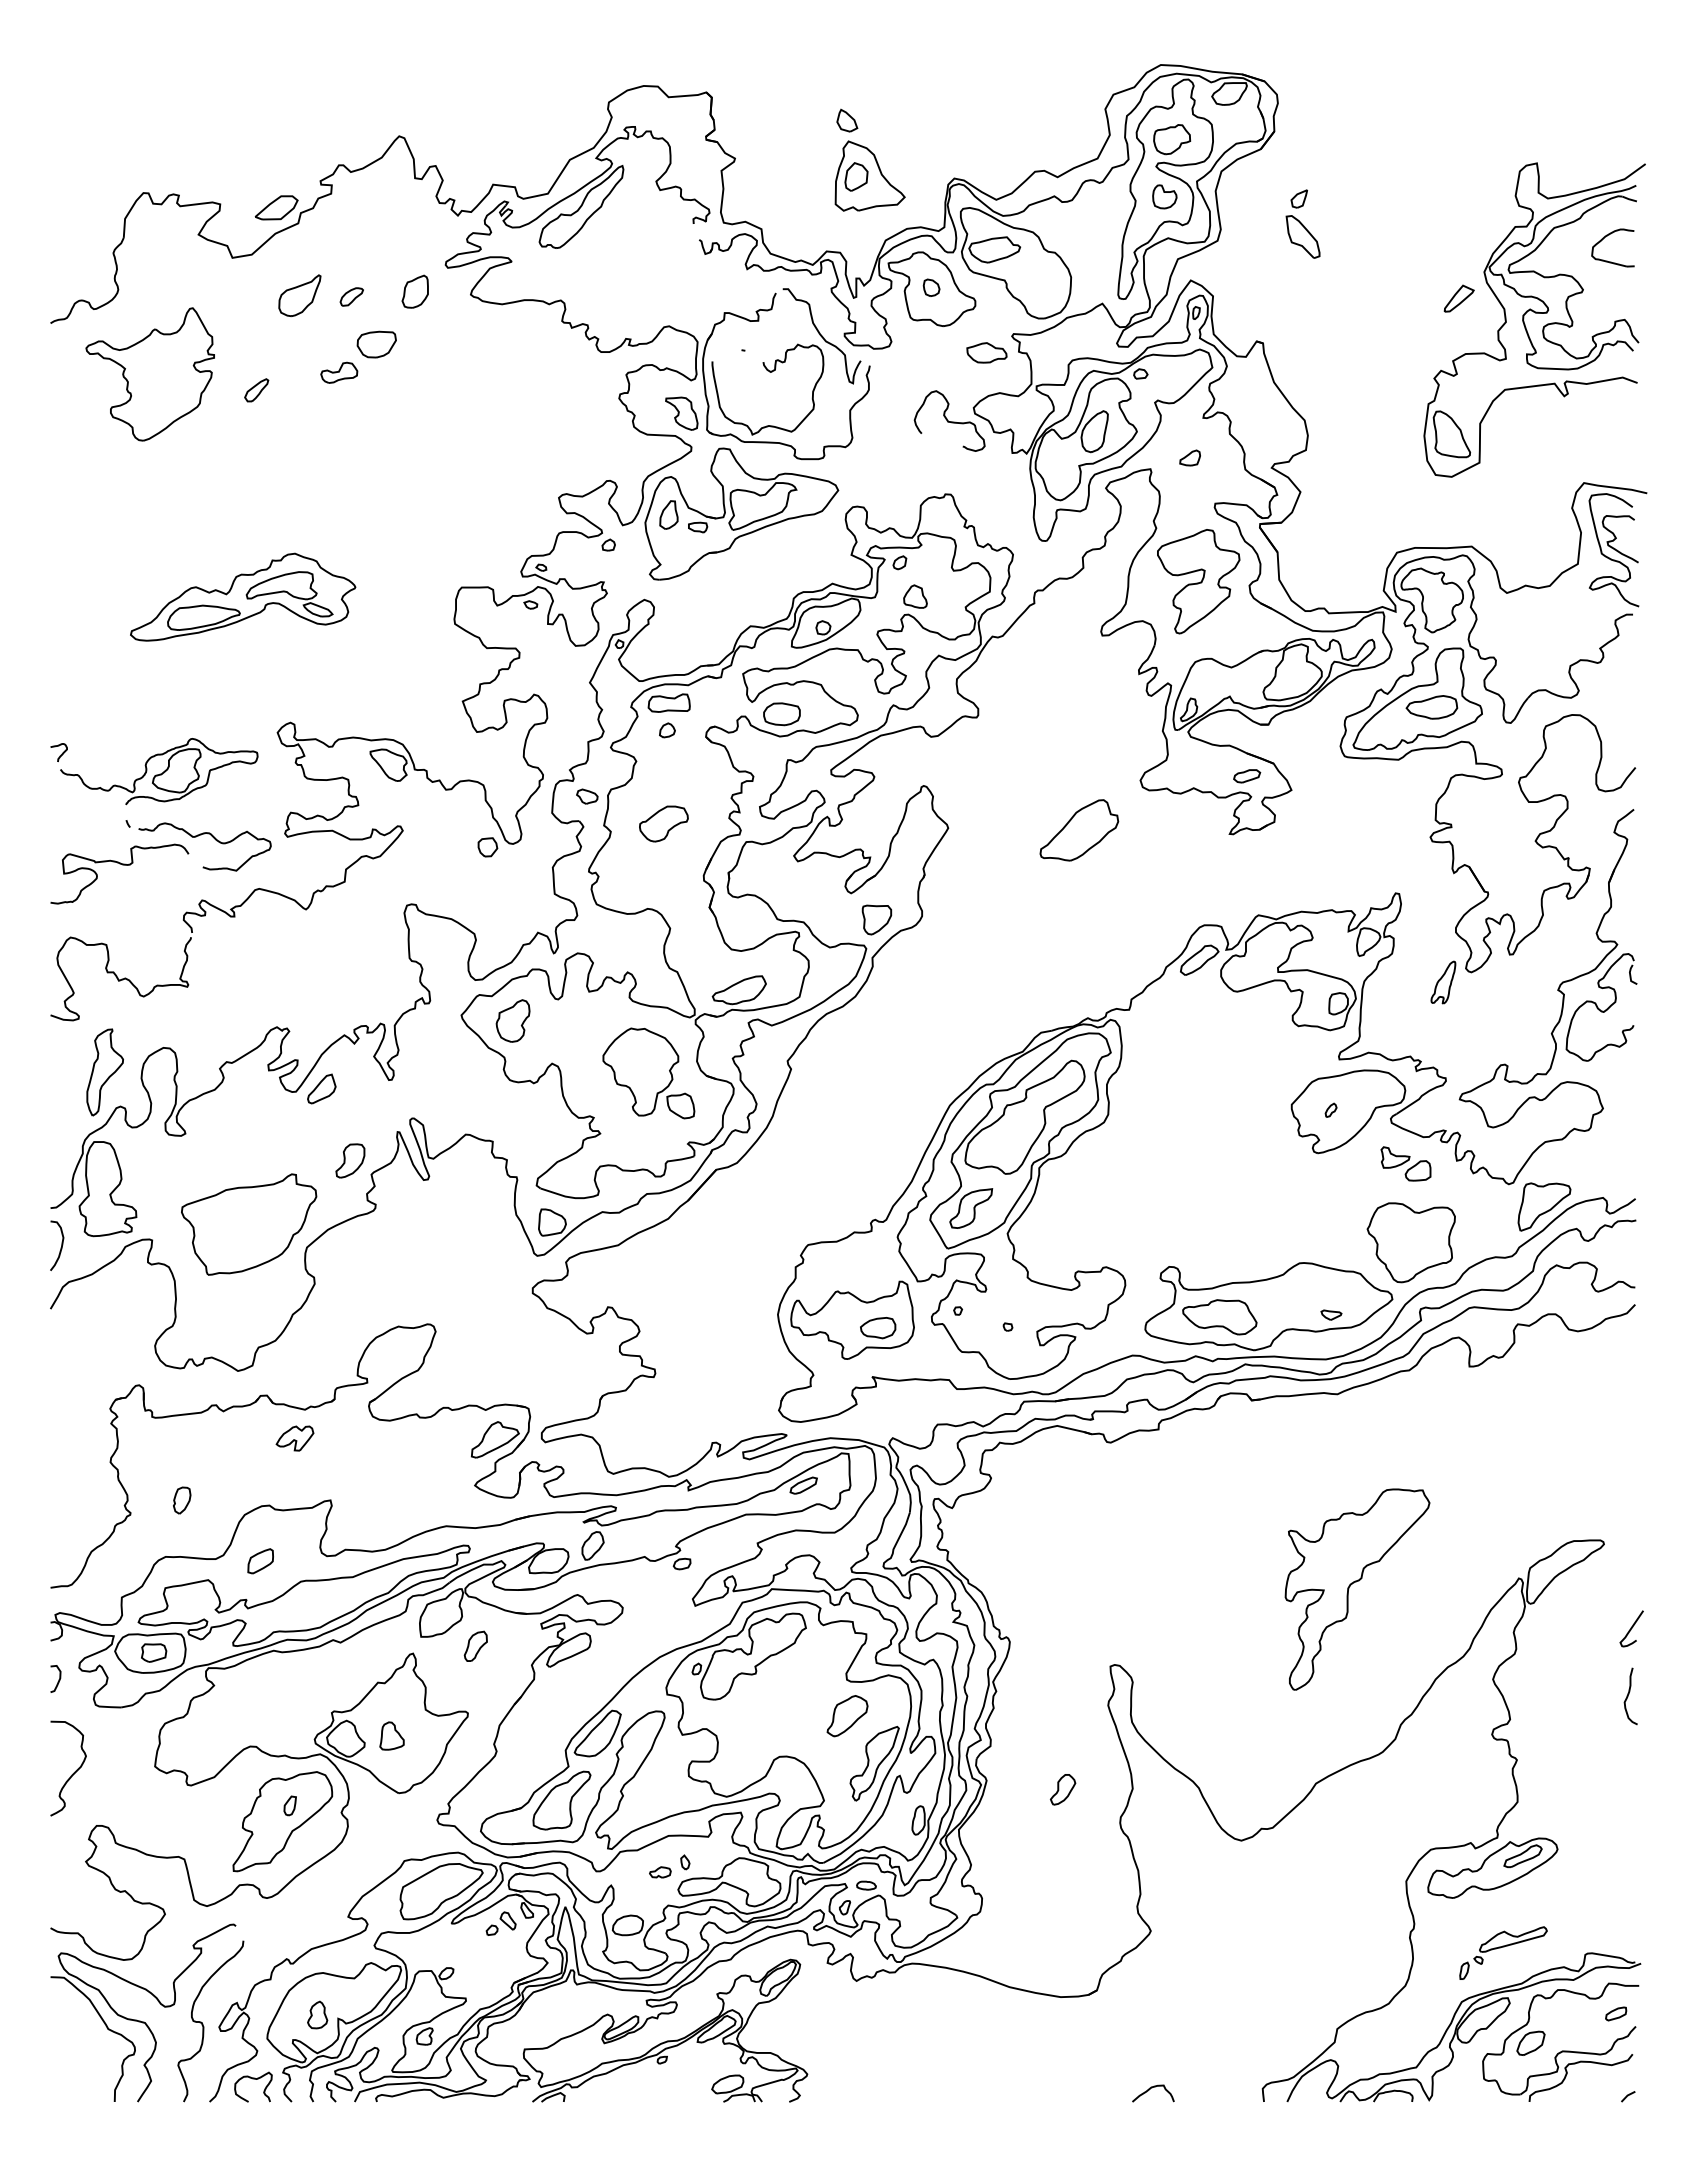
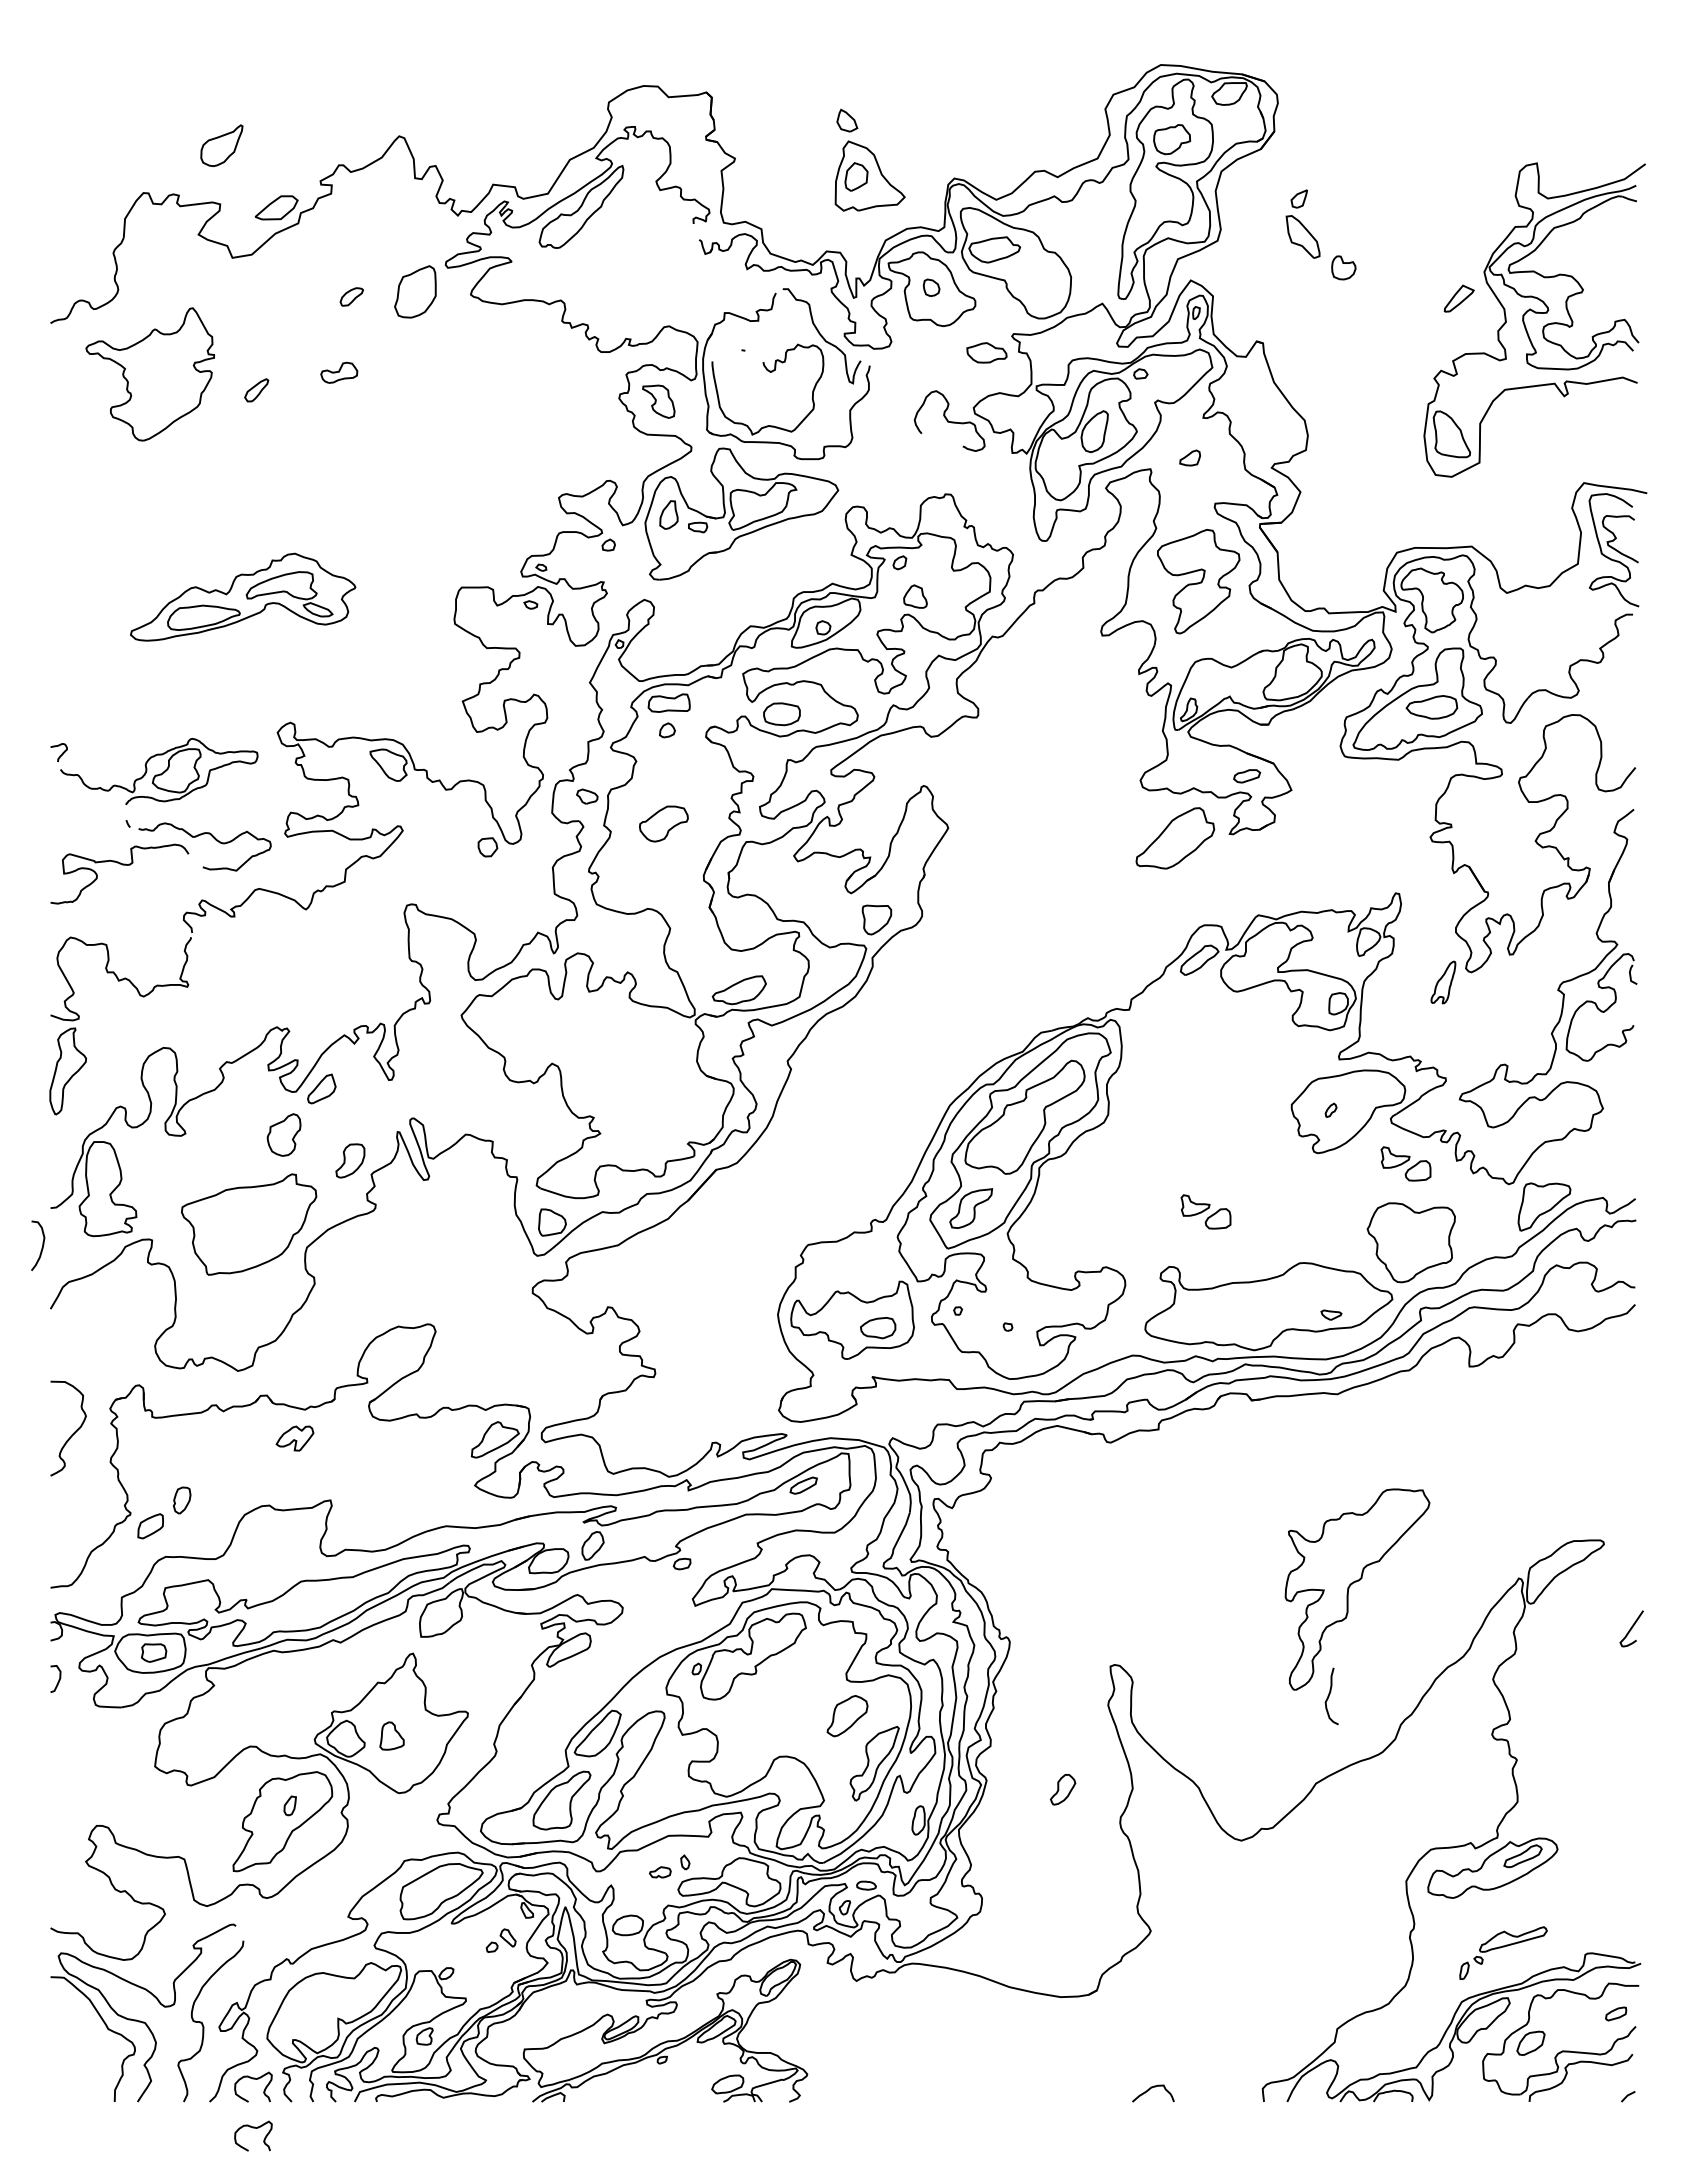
part at (1164, 196) position: (1164, 196) -> (1343, 267)
part at (1604, 238): present -> none
part at (414, 291) size: 28x35 px -> 43x54 px
part at (299, 295) position: (299, 295) -> (221, 145)
part at (376, 344): present -> none
part at (681, 413) position: (681, 413) -> (658, 401)
part at (1079, 830) position: (1079, 830) -> (1175, 838)
part at (512, 1020) position: (512, 1020) -> (283, 1134)
part at (104, 1072) position: (104, 1072) -> (67, 1071)
part at (648, 1073): present -> none
part at (1205, 1211): none -> present
curve at (60, 1247) position: (60, 1247) -> (41, 1247)
part at (1219, 1317): present -> none
part at (260, 1561) position: (260, 1561) -> (150, 1526)
part at (475, 1645): present -> none
curve at (1628, 1696) position: (1628, 1696) -> (1329, 1696)
curve at (73, 1772) position: (73, 1772) -> (73, 1432)
part at (500, 1923) position: (500, 1923) -> (500, 1940)
part at (317, 2014): present -> none
curve at (253, 2128): none -> present
